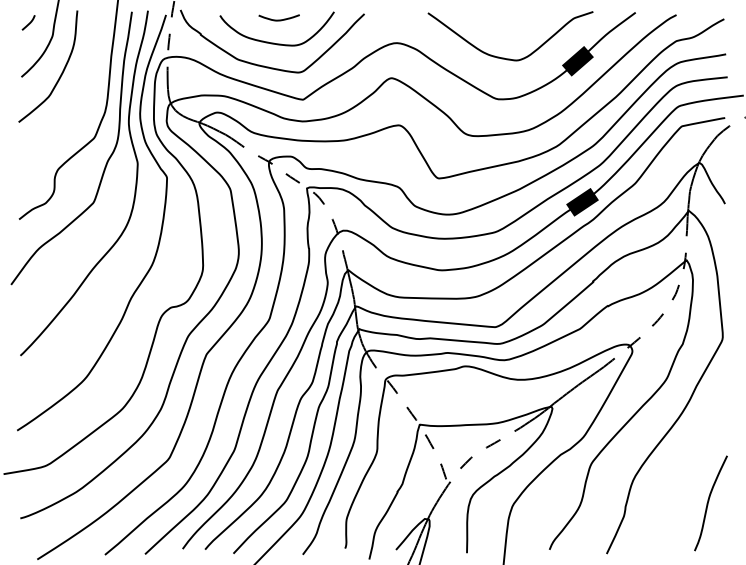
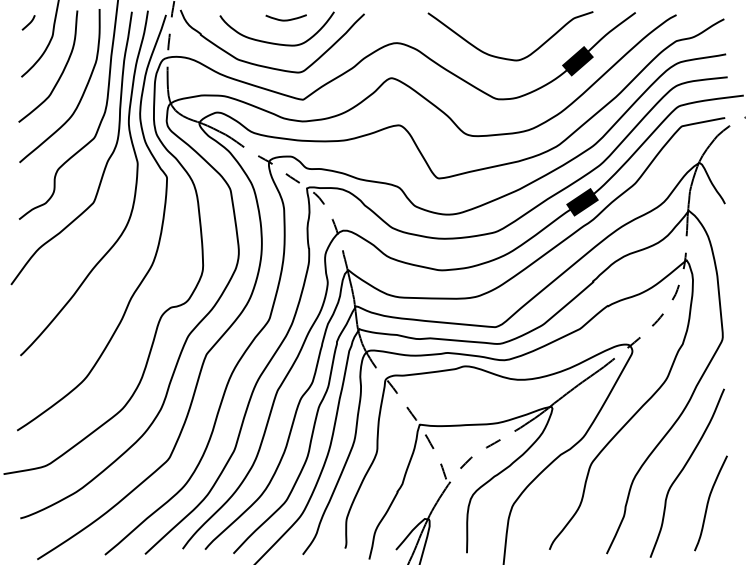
curve at (278, 19) position: (278, 19) -> (285, 19)
curve at (80, 97): none -> present
curve at (683, 470): none -> present
